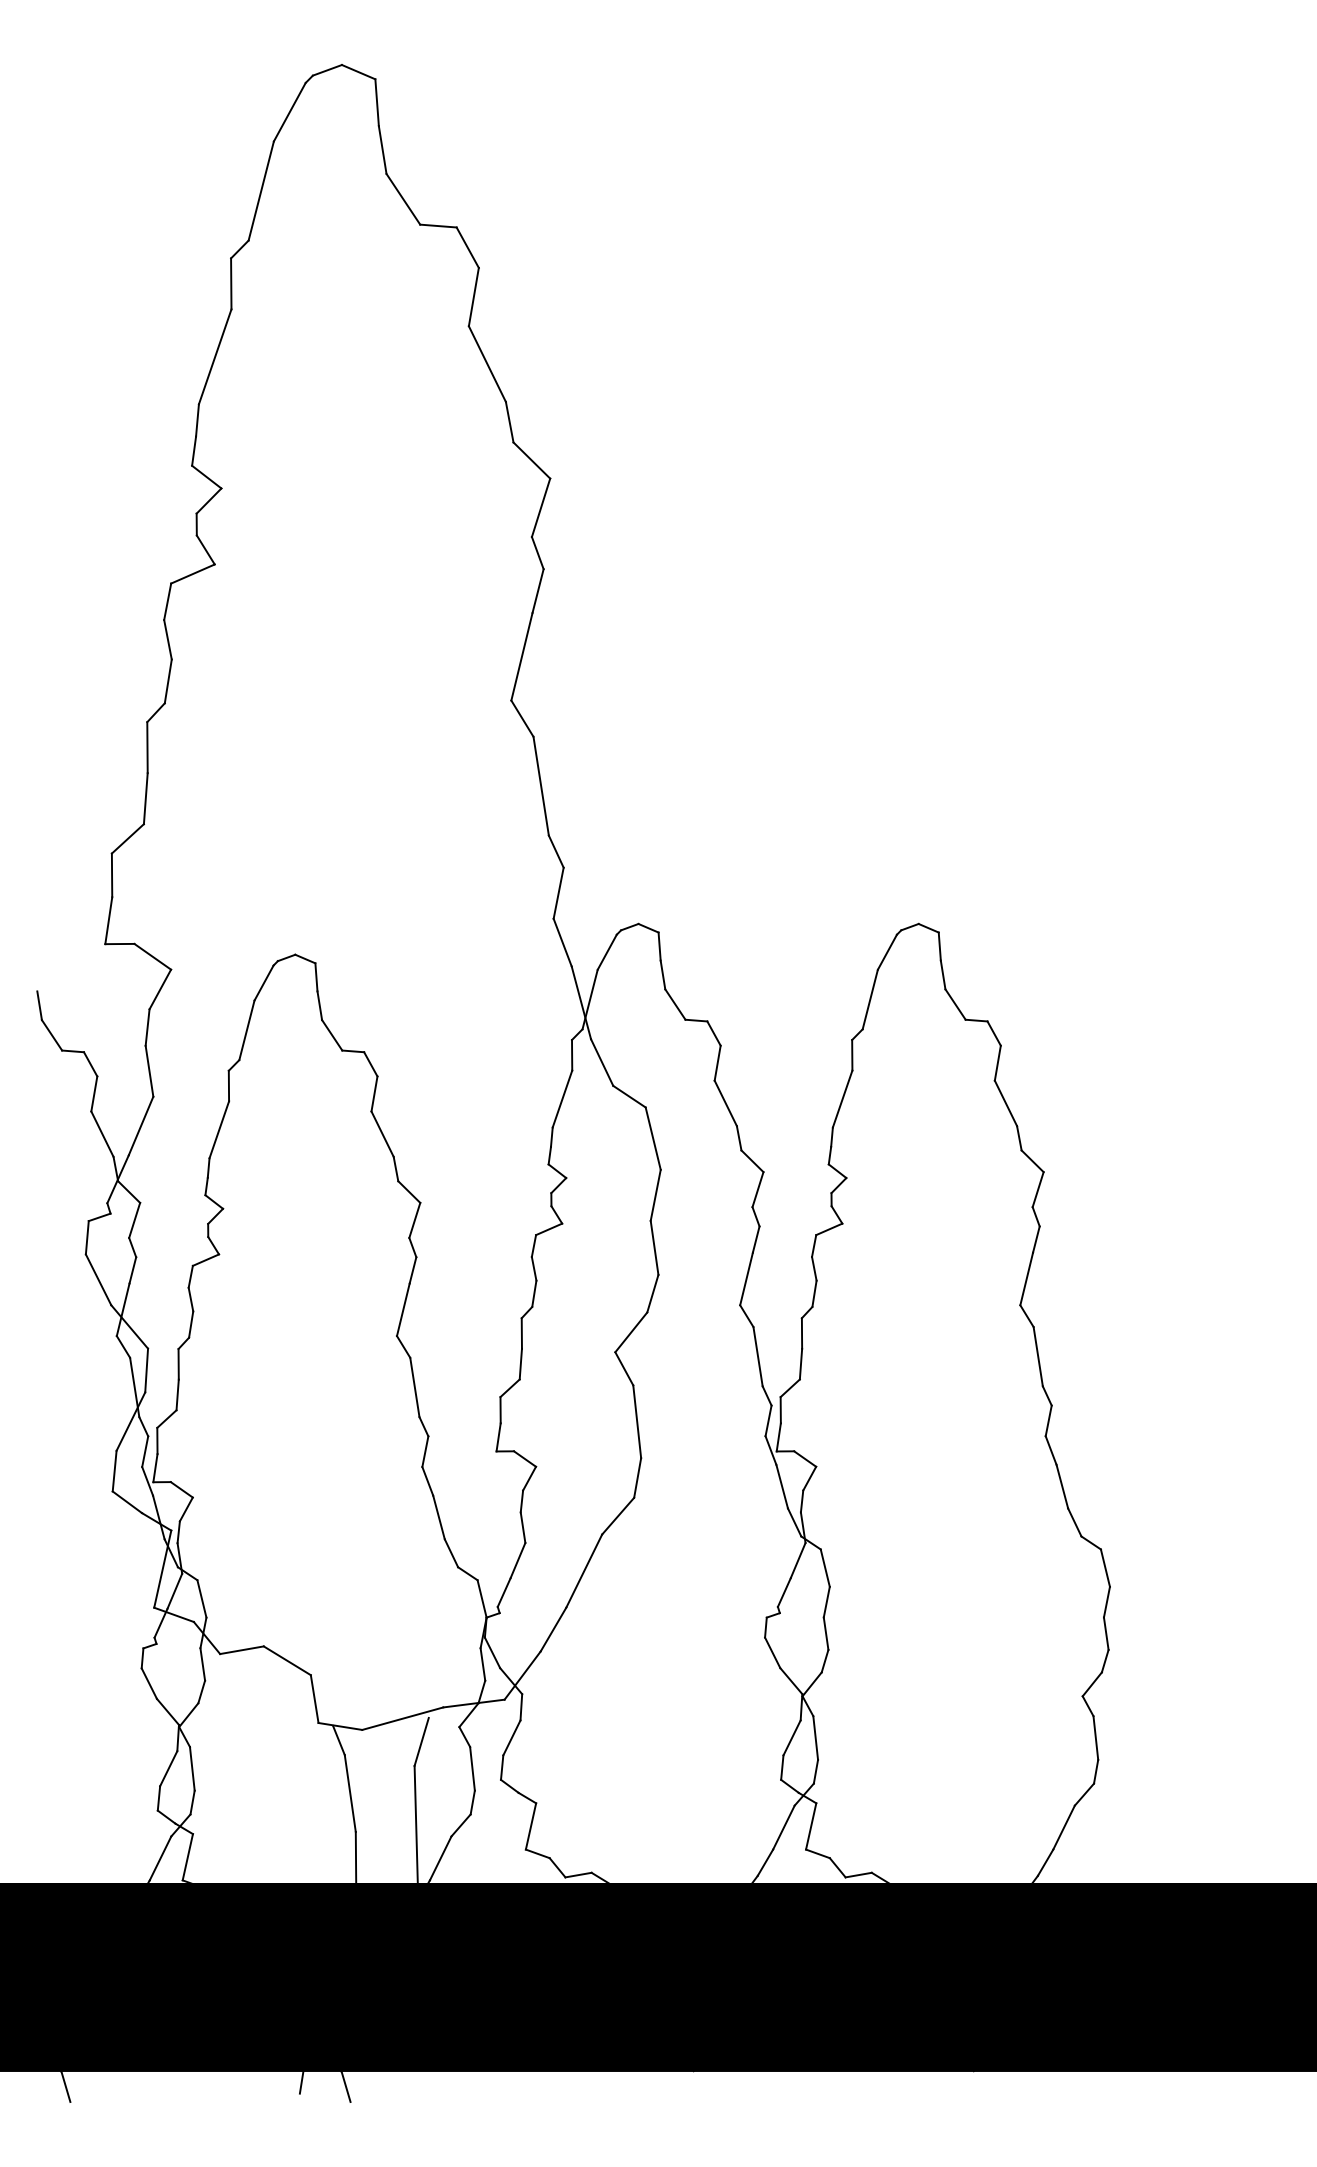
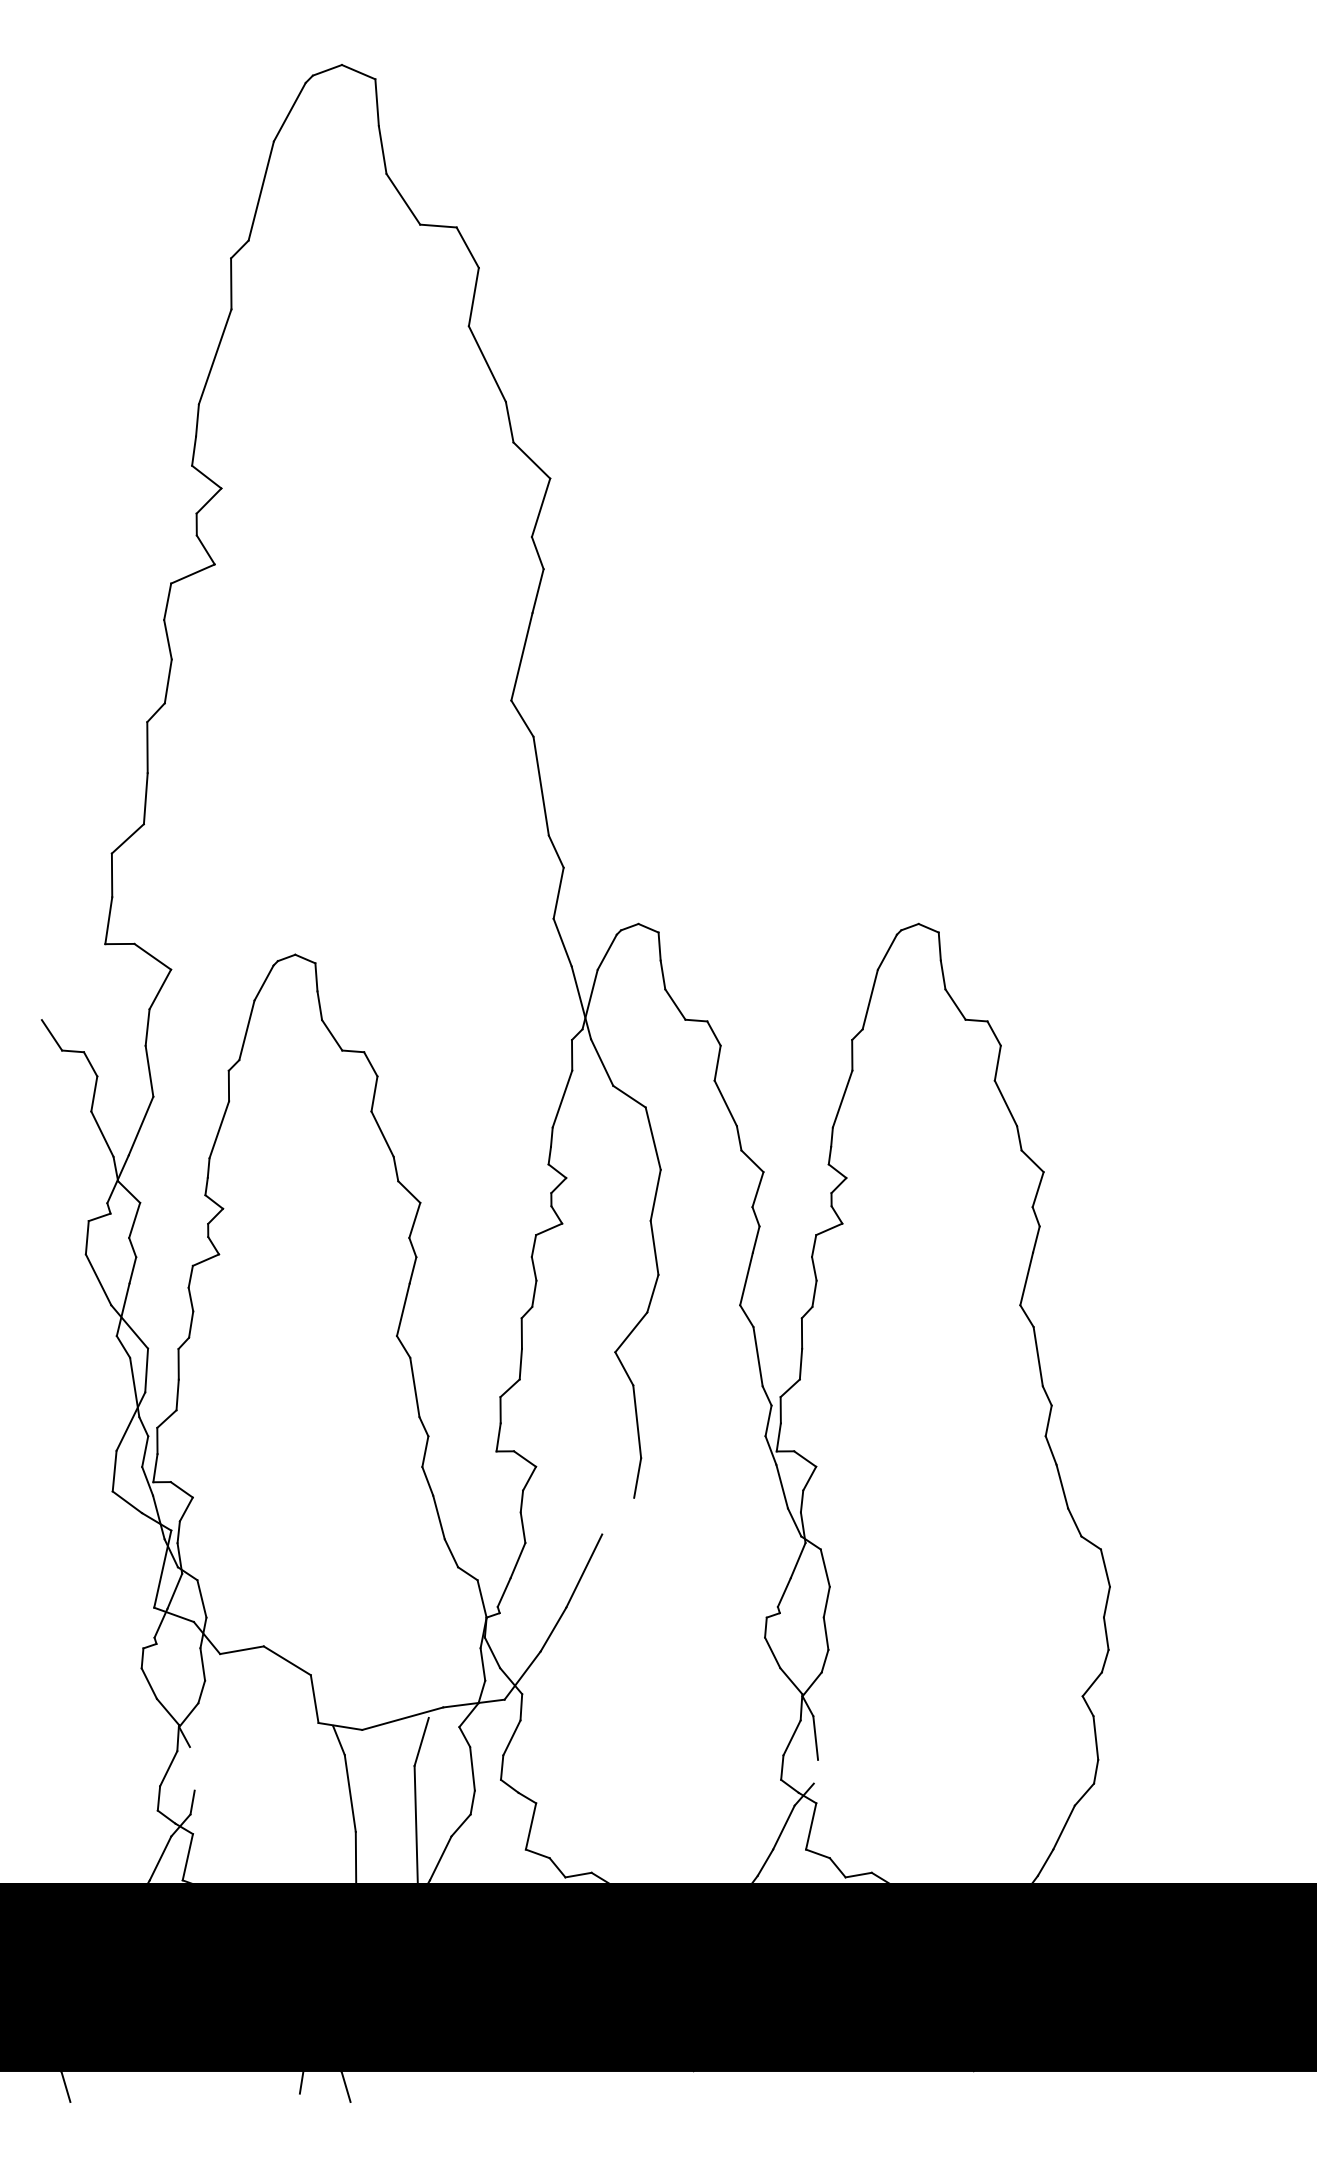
line at (39, 1005): present -> none
line at (618, 1515): present -> none
line at (191, 1768): present -> none
line at (815, 1771): present -> none
